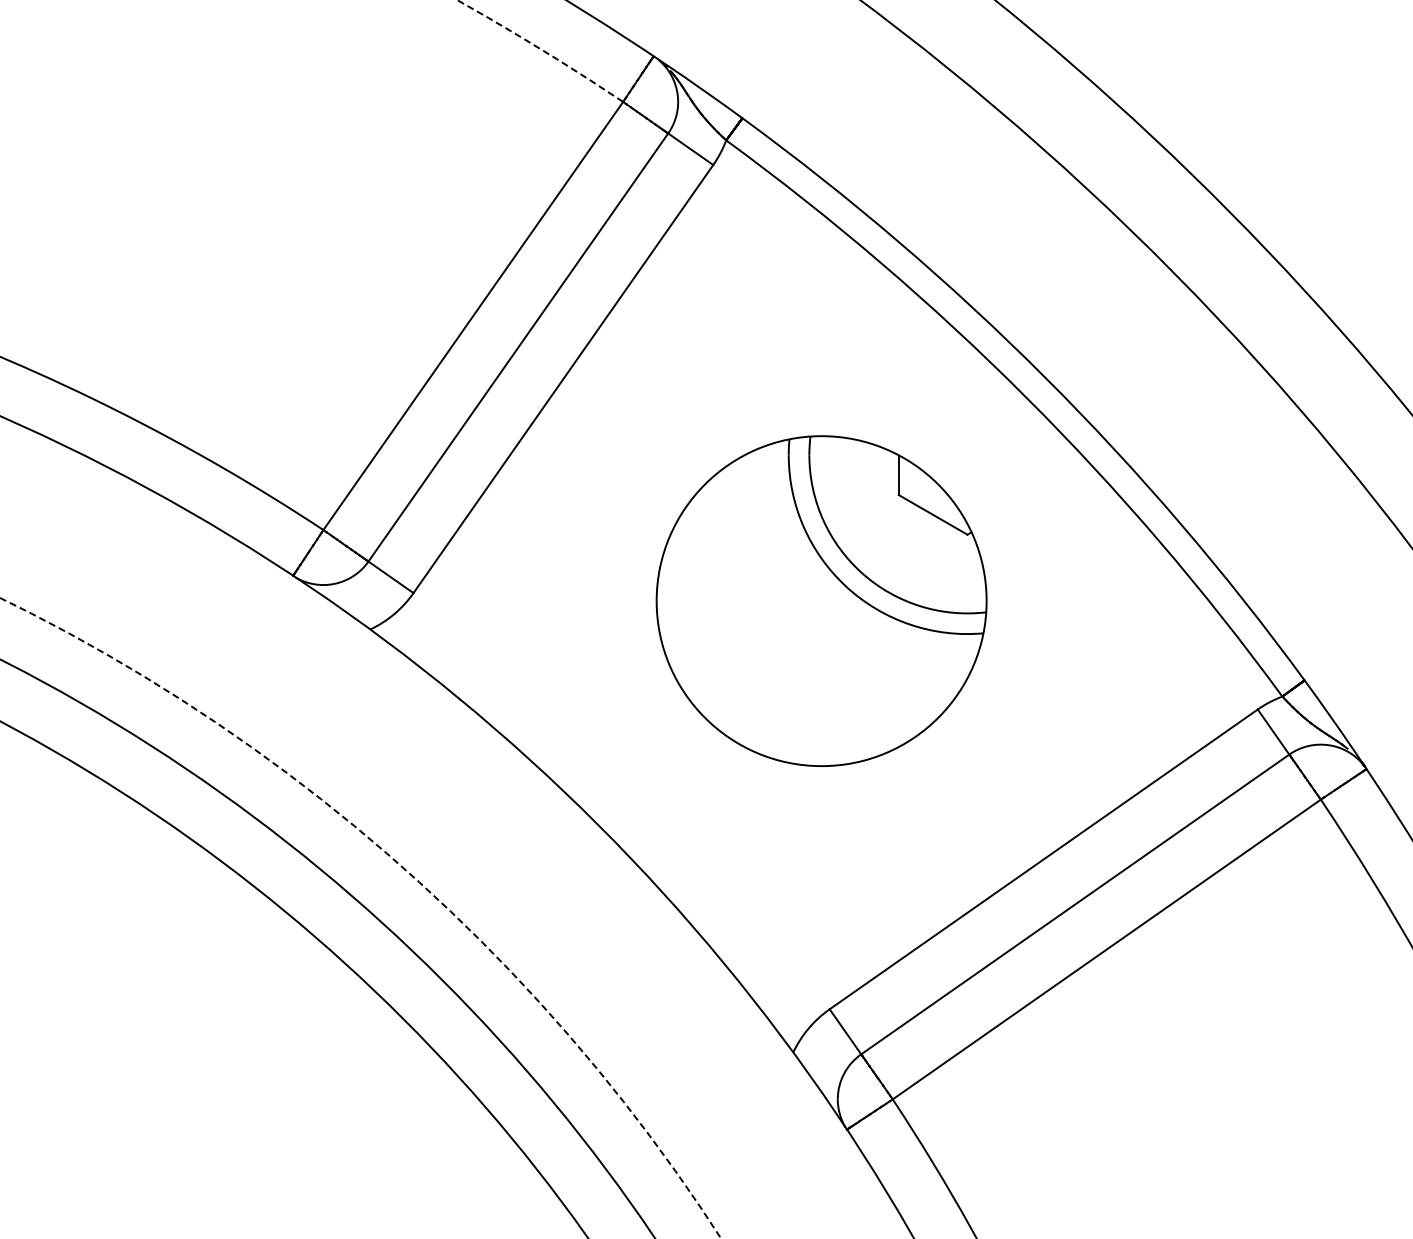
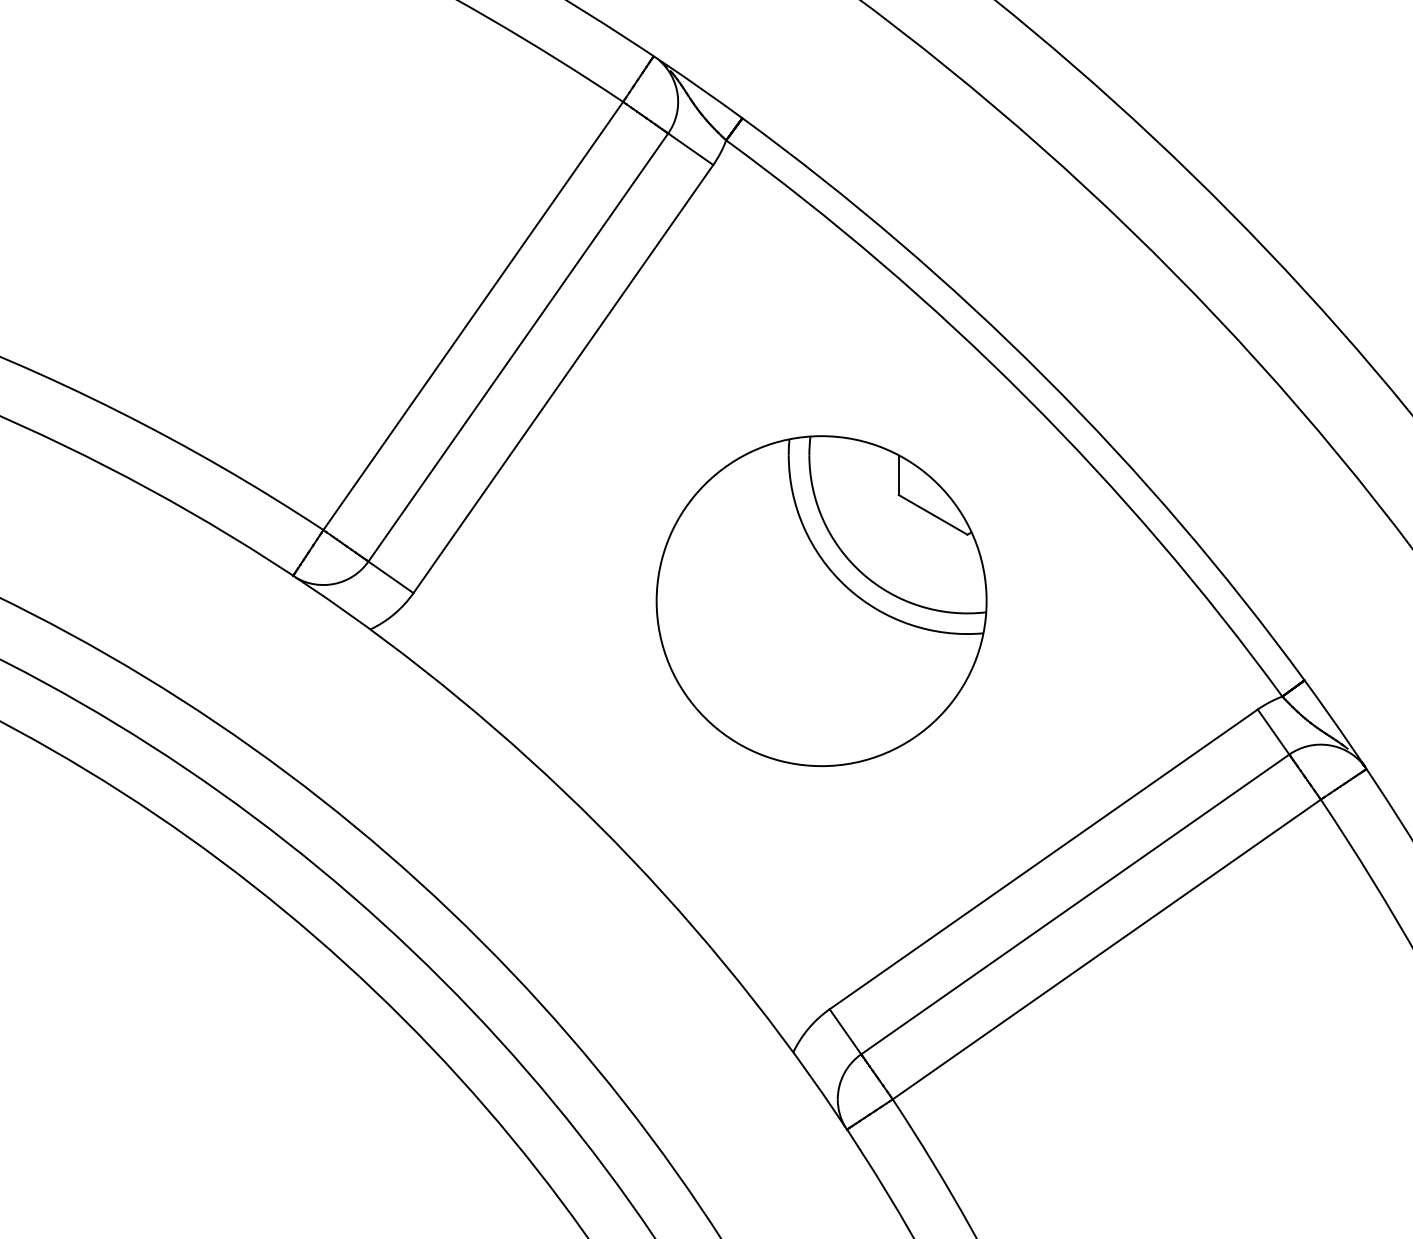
arc at (540, 49): dashed -> solid
arc at (402, 867): dashed -> solid
